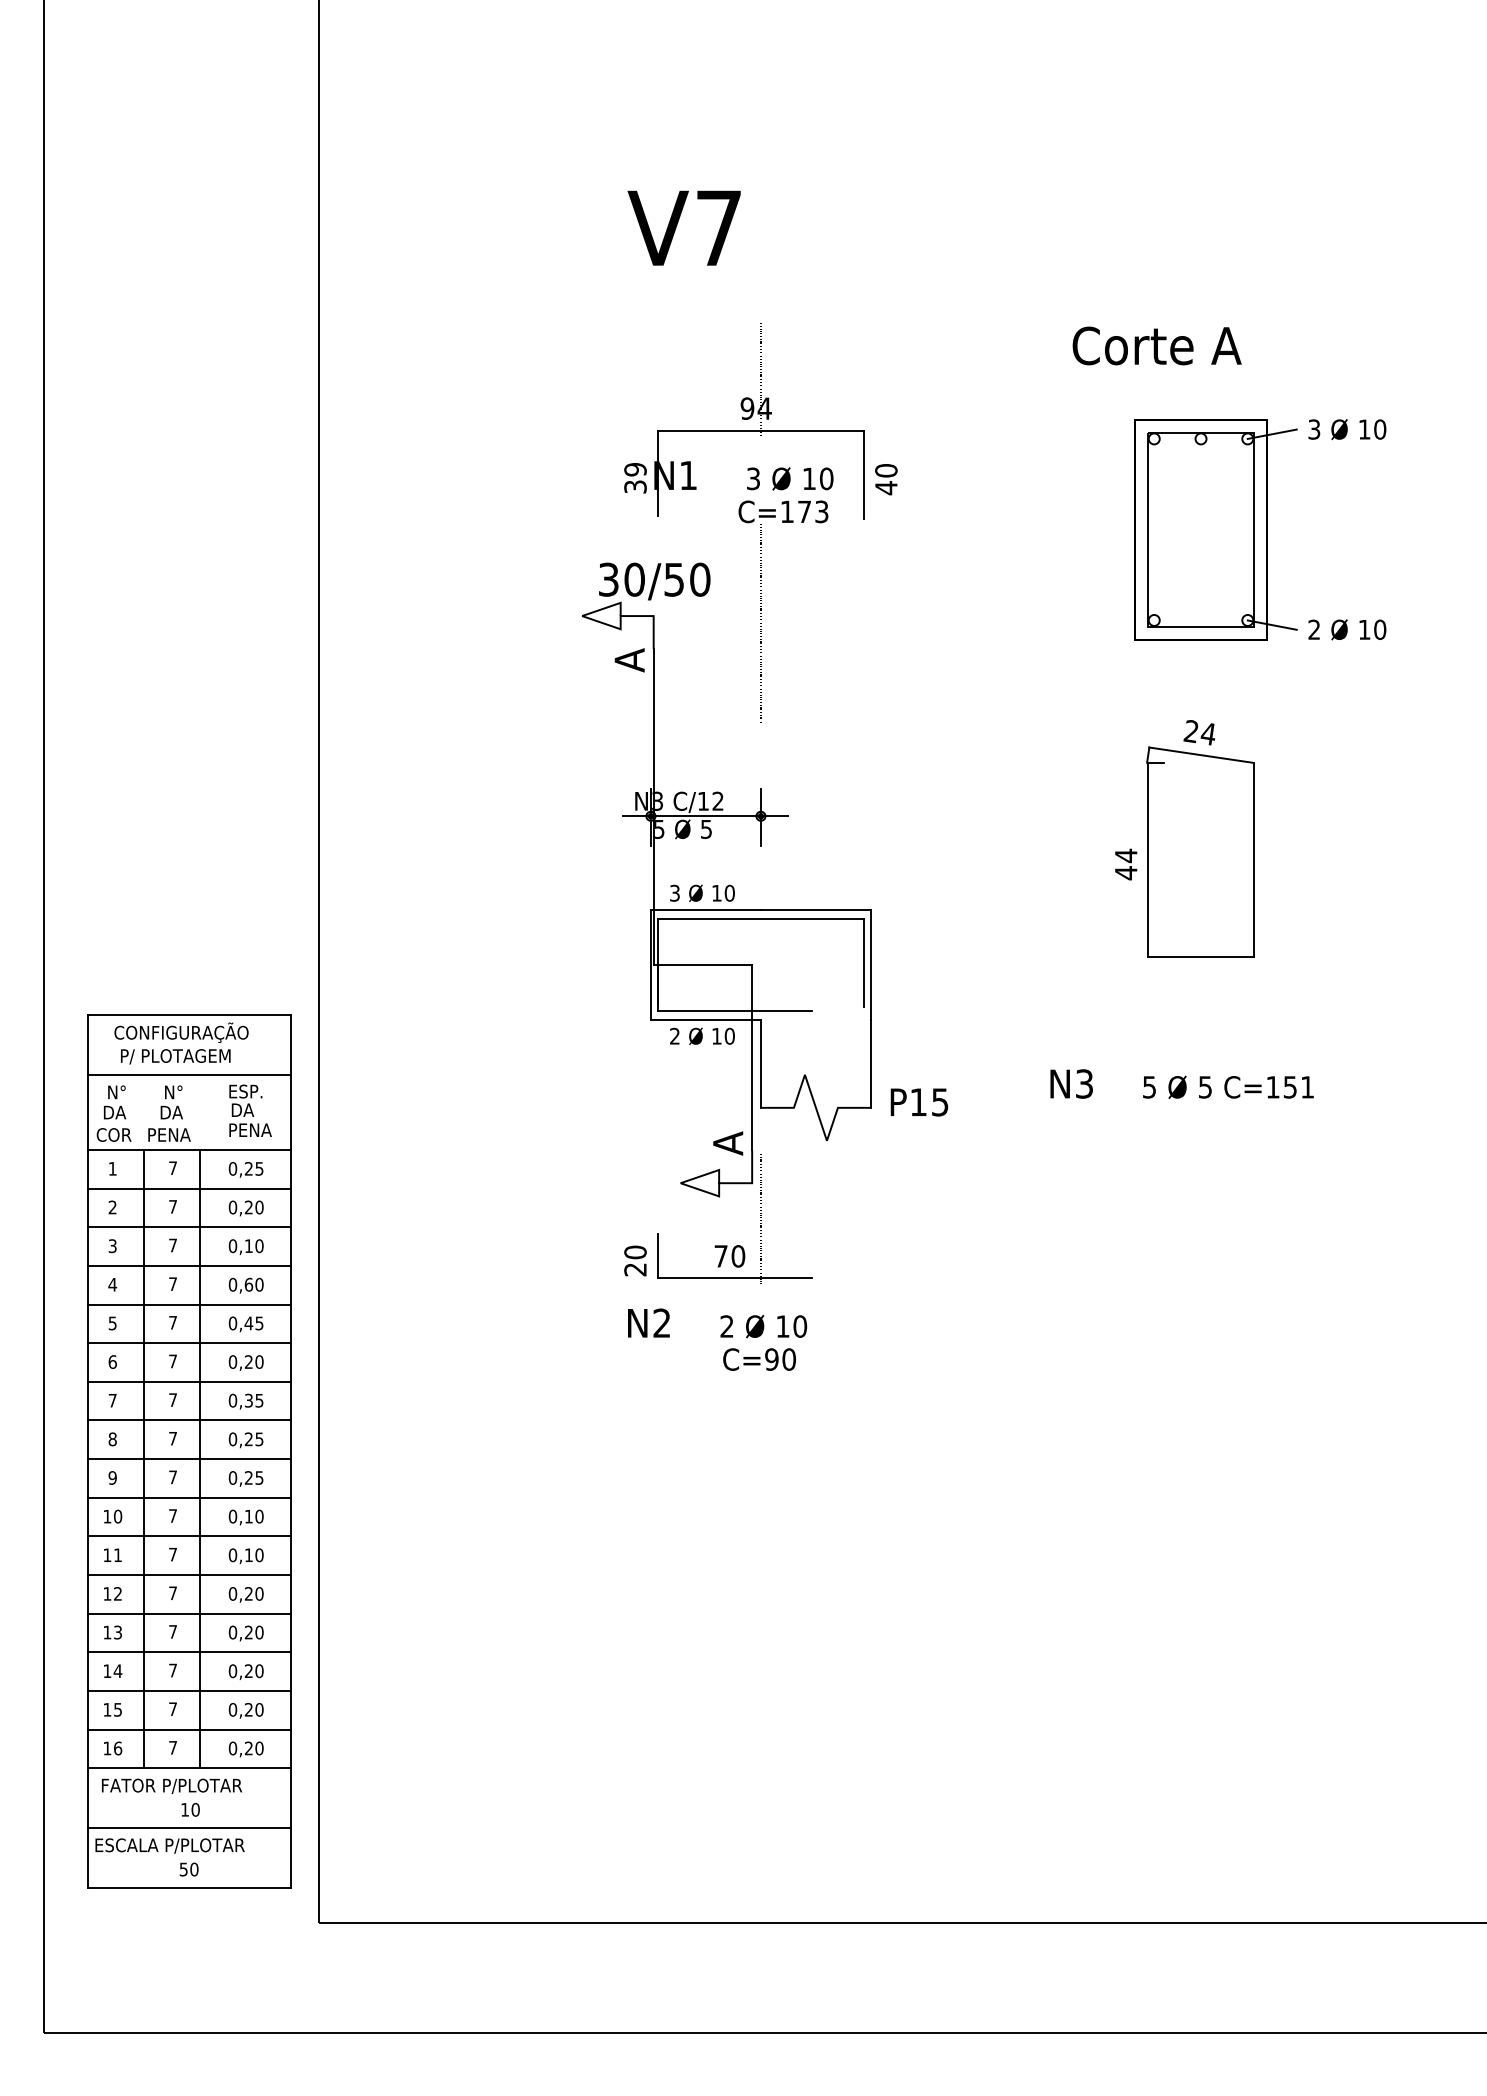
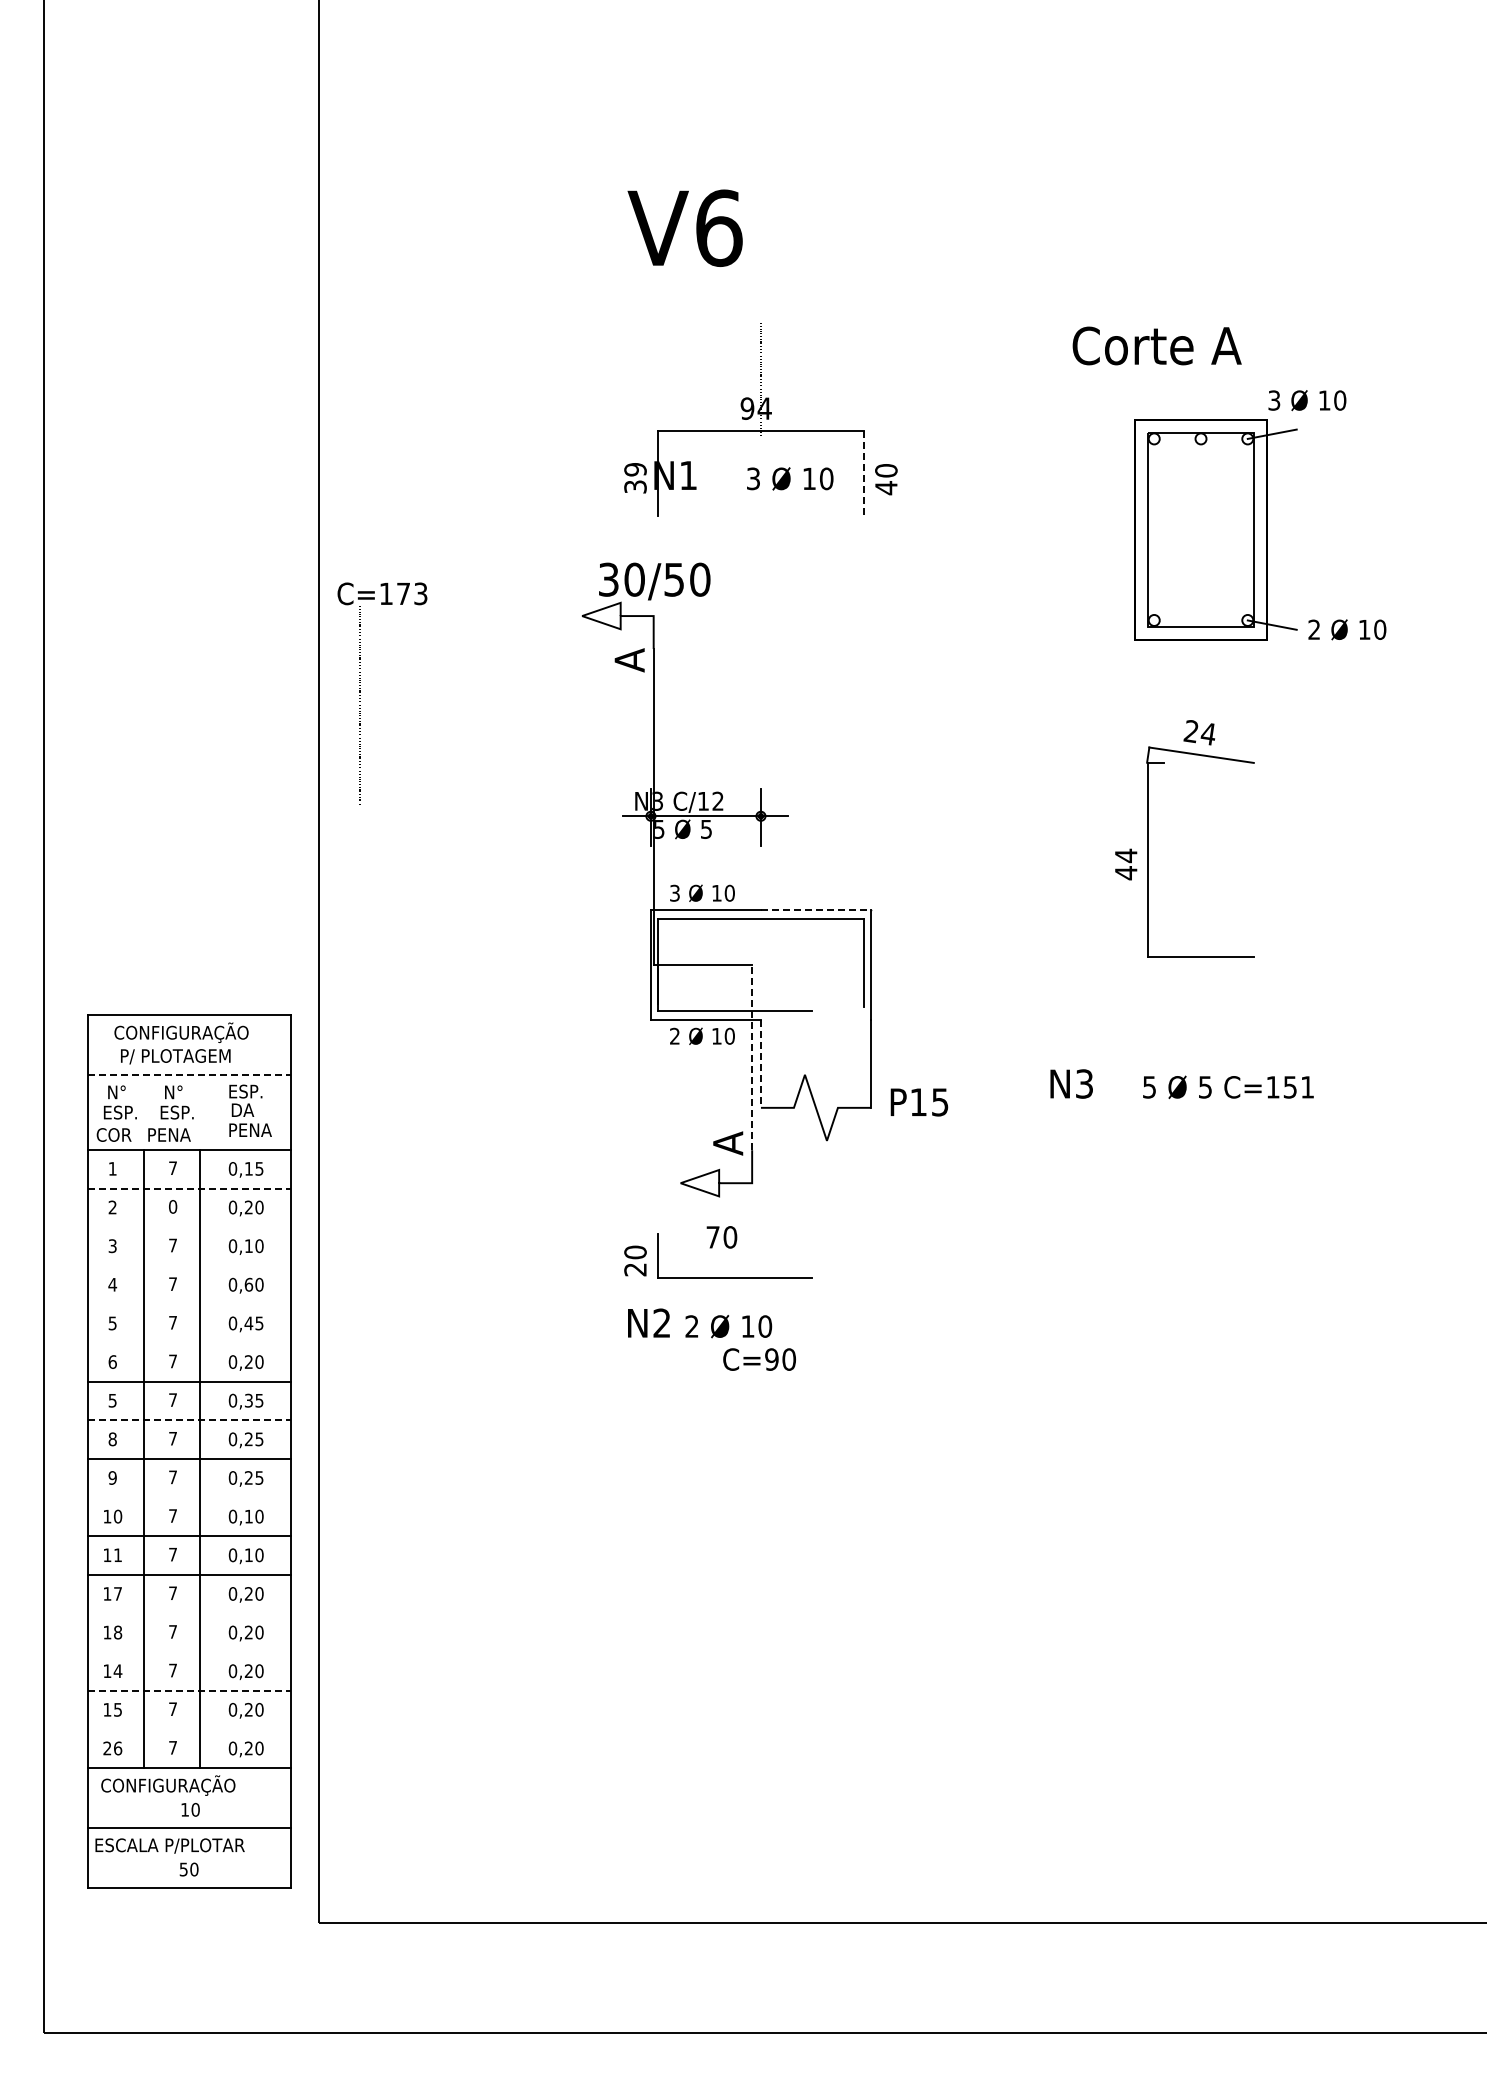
text at (719, 227): V7 -> V6
text at (1347, 429) position: (1347, 429) -> (1307, 400)
line at (864, 475): solid -> dashed
part at (761, 610) position: (761, 610) -> (360, 692)
line at (1253, 859): present -> none
line at (816, 909): solid -> dashed
line at (752, 1057): solid -> dashed
line at (760, 1064): solid -> dashed
line at (189, 1075): solid -> dashed
text at (120, 1112): DA -> ESP.
text at (177, 1112): DA -> ESP.
text at (248, 1168): 0,25 -> 0,15
line at (189, 1188): solid -> dashed
text at (173, 1206): 7 -> 0
line at (760, 1217): present -> none
line at (189, 1227): present -> none
text at (729, 1256) position: (729, 1256) -> (721, 1237)
line at (189, 1265): present -> none
line at (189, 1304): present -> none
text at (763, 1326) position: (763, 1326) -> (728, 1326)
line at (189, 1343): present -> none
text at (112, 1400): 7 -> 5
line at (189, 1420): solid -> dashed
line at (189, 1497): present -> none
text at (117, 1593): 12 -> 17
line at (189, 1613): present -> none
text at (118, 1632): 13 -> 18
line at (189, 1652): present -> none
line at (189, 1690): solid -> dashed
line at (189, 1729): present -> none
text at (107, 1748): 16 -> 26
text at (171, 1785): FATOR P/PLOTAR -> CONFIGURAÇÃO
